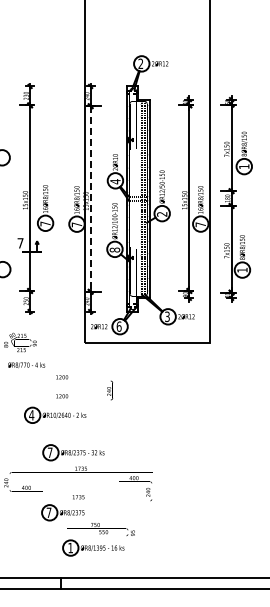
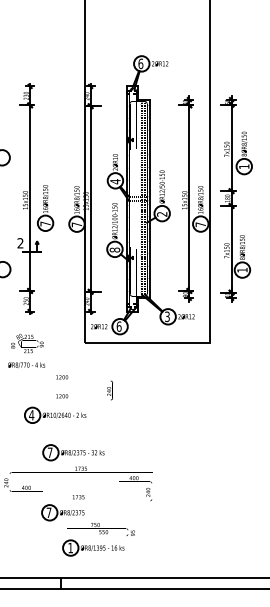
text at (140, 63): 2 -> 6
line at (90, 199): dashed -> solid
text at (20, 243): 7 -> 2
text at (20, 342) position: (20, 342) -> (27, 343)
